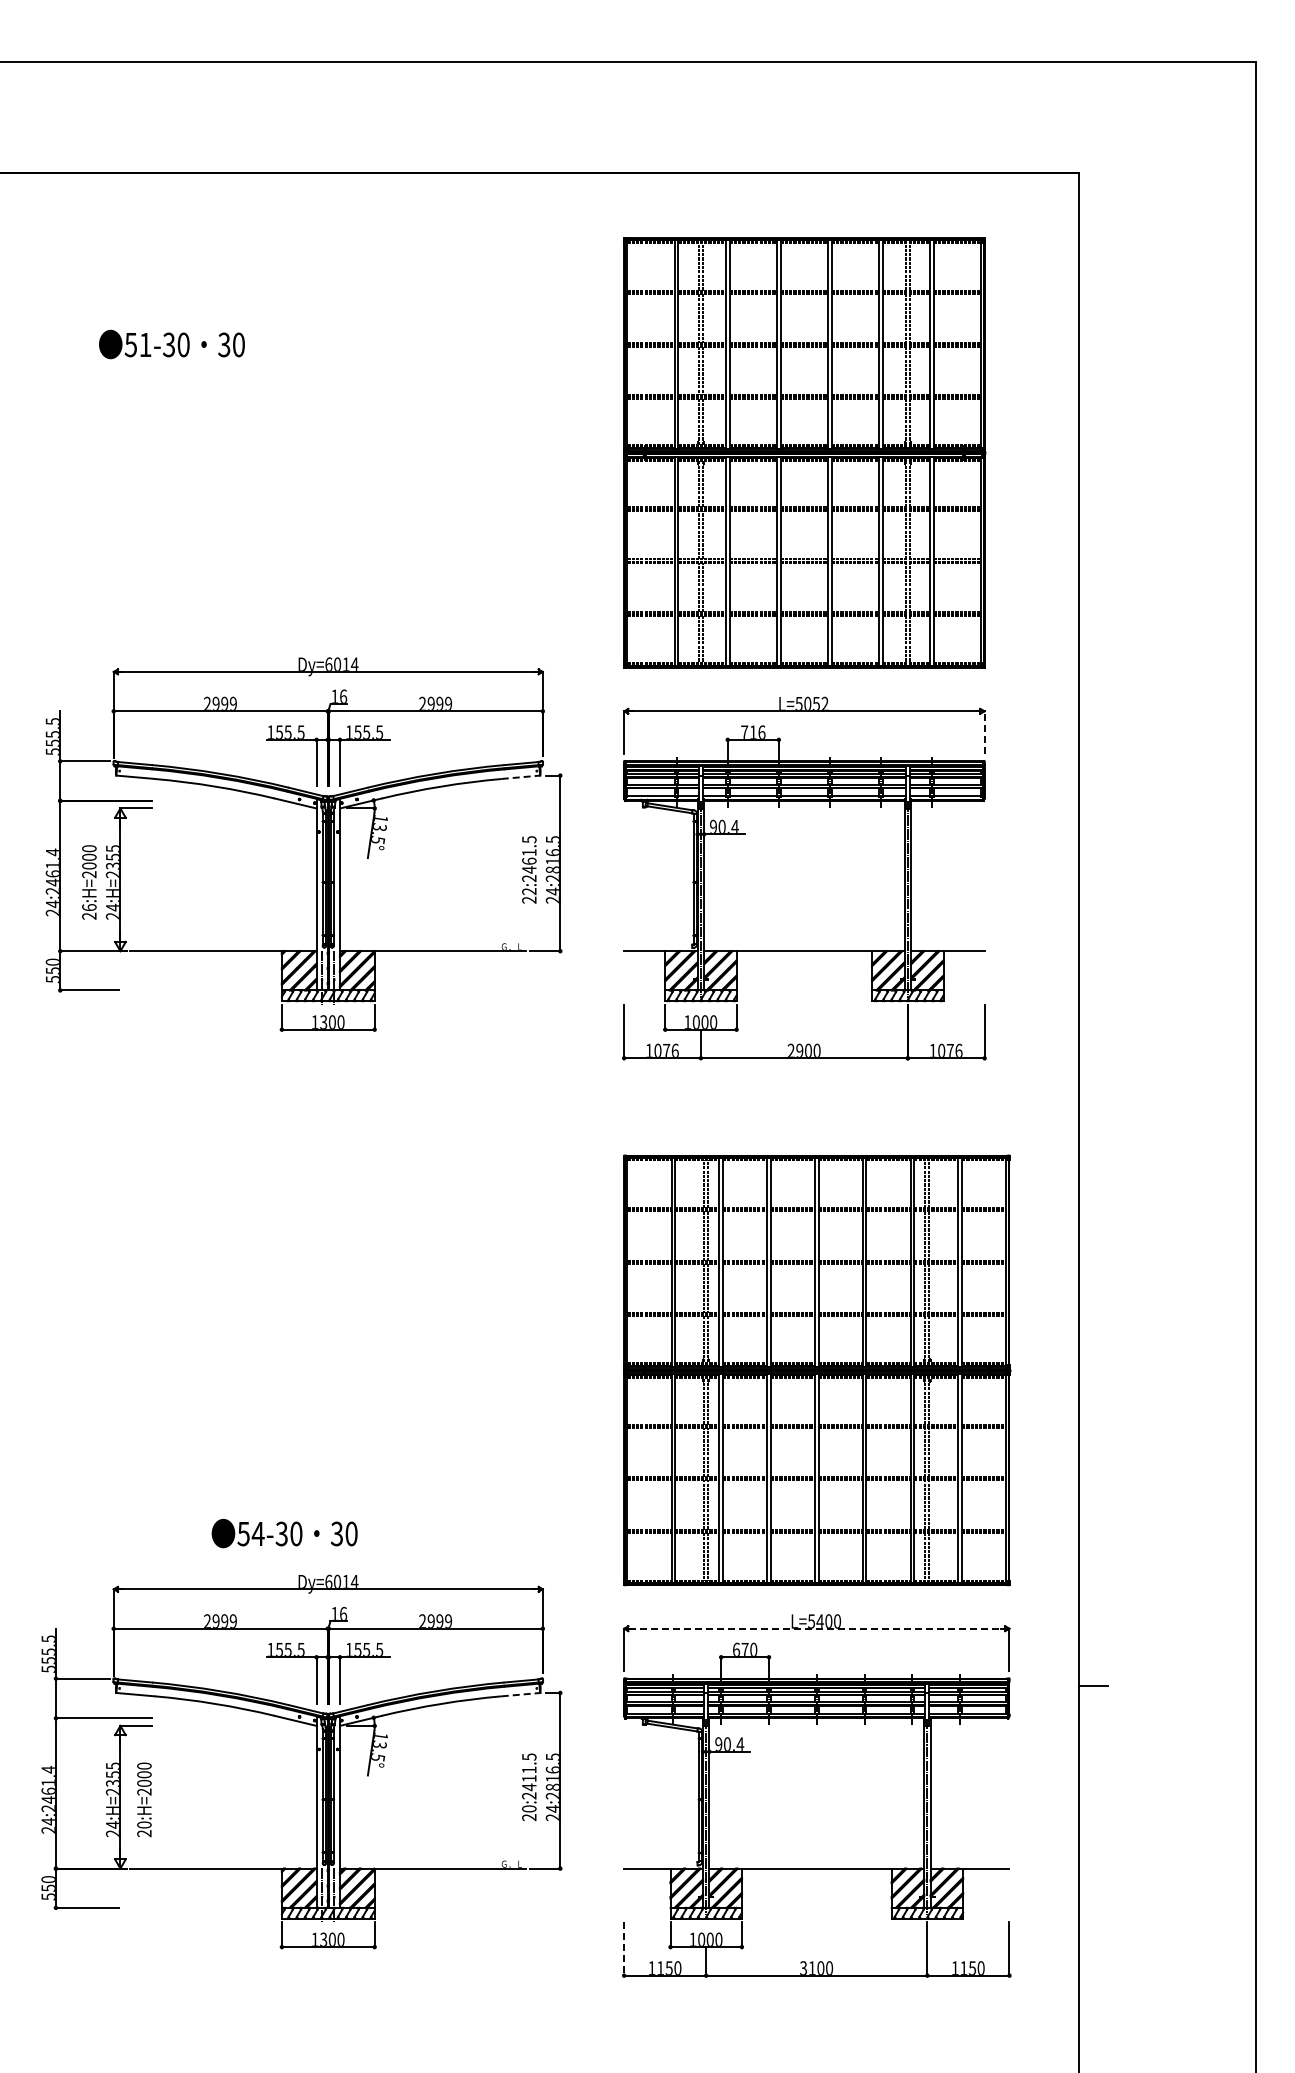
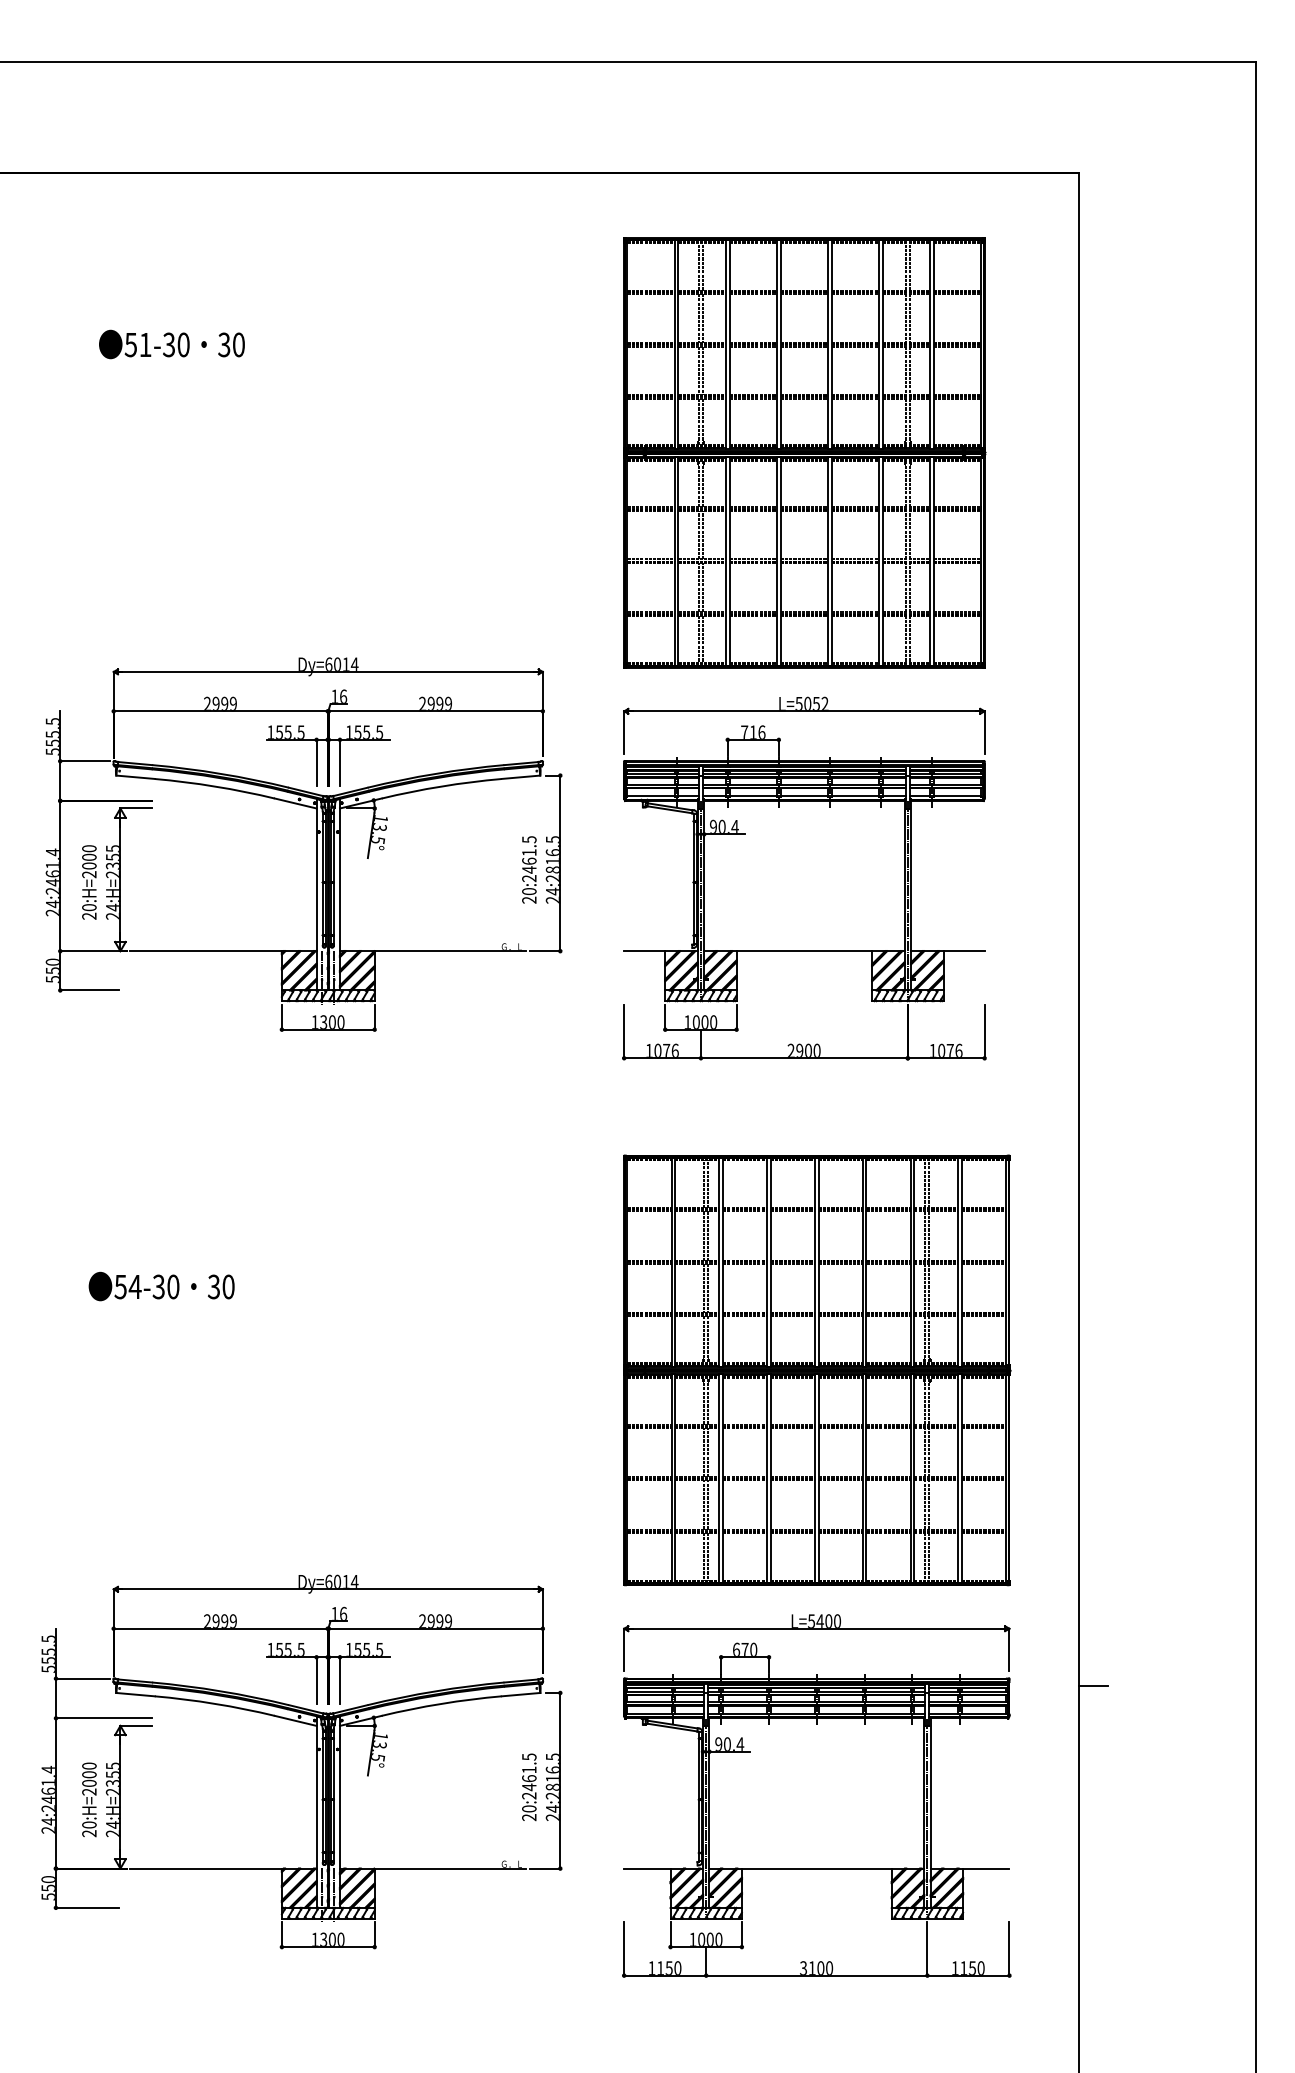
line at (984, 732): dashed -> solid
line at (521, 777): dashed -> solid
text at (529, 891): 22:2461.5 -> 20:2461.5
text at (89, 907): 26:H=2000 -> 20:H=2000
text at (284, 1533) position: (284, 1533) -> (161, 1286)
line at (816, 1628): dashed -> solid
line at (521, 1694): dashed -> solid
text at (529, 1778): 20:2411.5 -> 20:2461.5
text at (144, 1799) position: (144, 1799) -> (89, 1799)
line at (624, 1948): dashed -> solid
